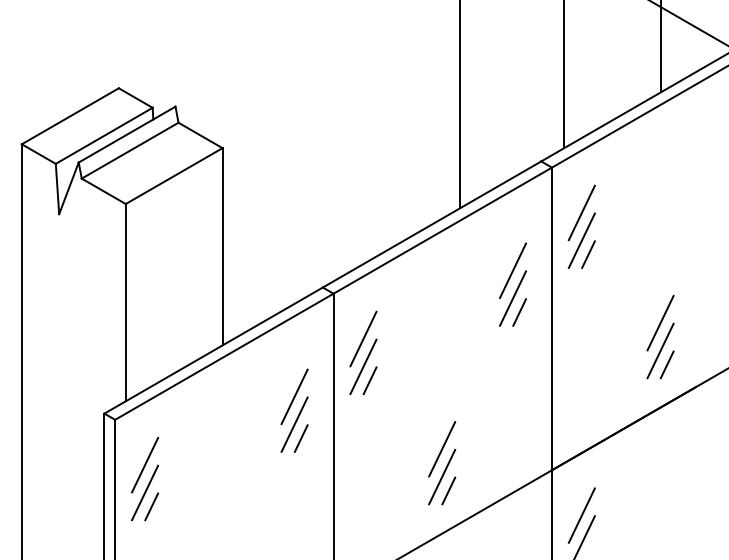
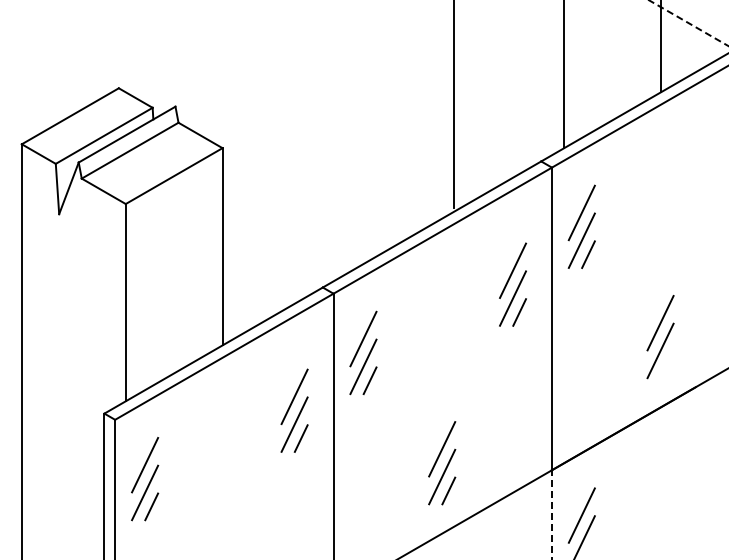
line at (689, 23): solid -> dashed
line at (460, 105) position: (460, 105) -> (454, 105)
line at (666, 364): present -> none
line at (551, 514): solid -> dashed
